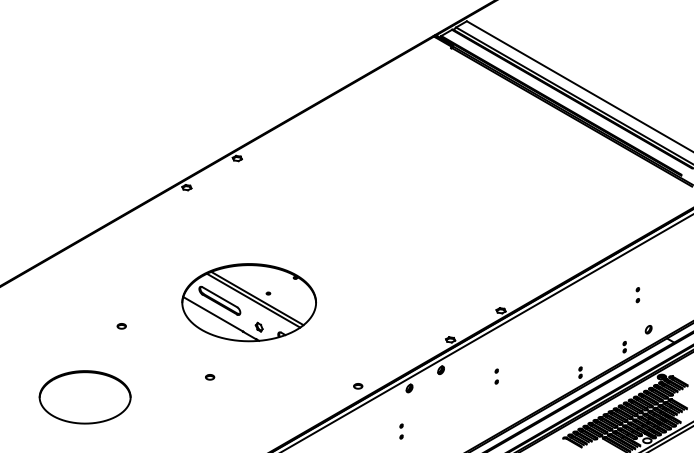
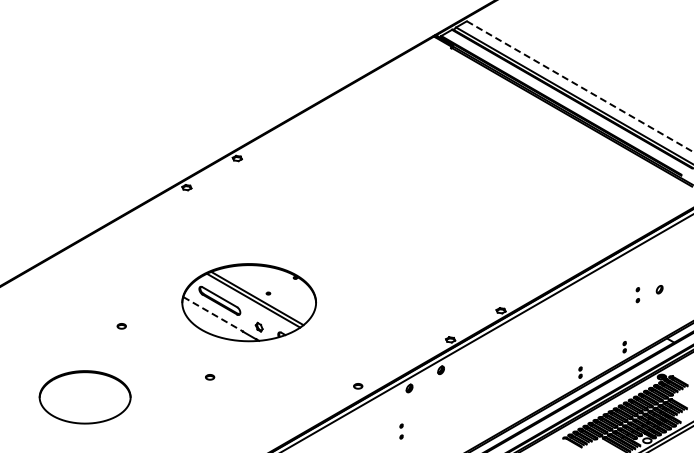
line at (580, 87): solid -> dashed
line at (213, 314): solid -> dashed
part at (648, 329) position: (648, 329) -> (659, 289)
part at (496, 376): present -> none
